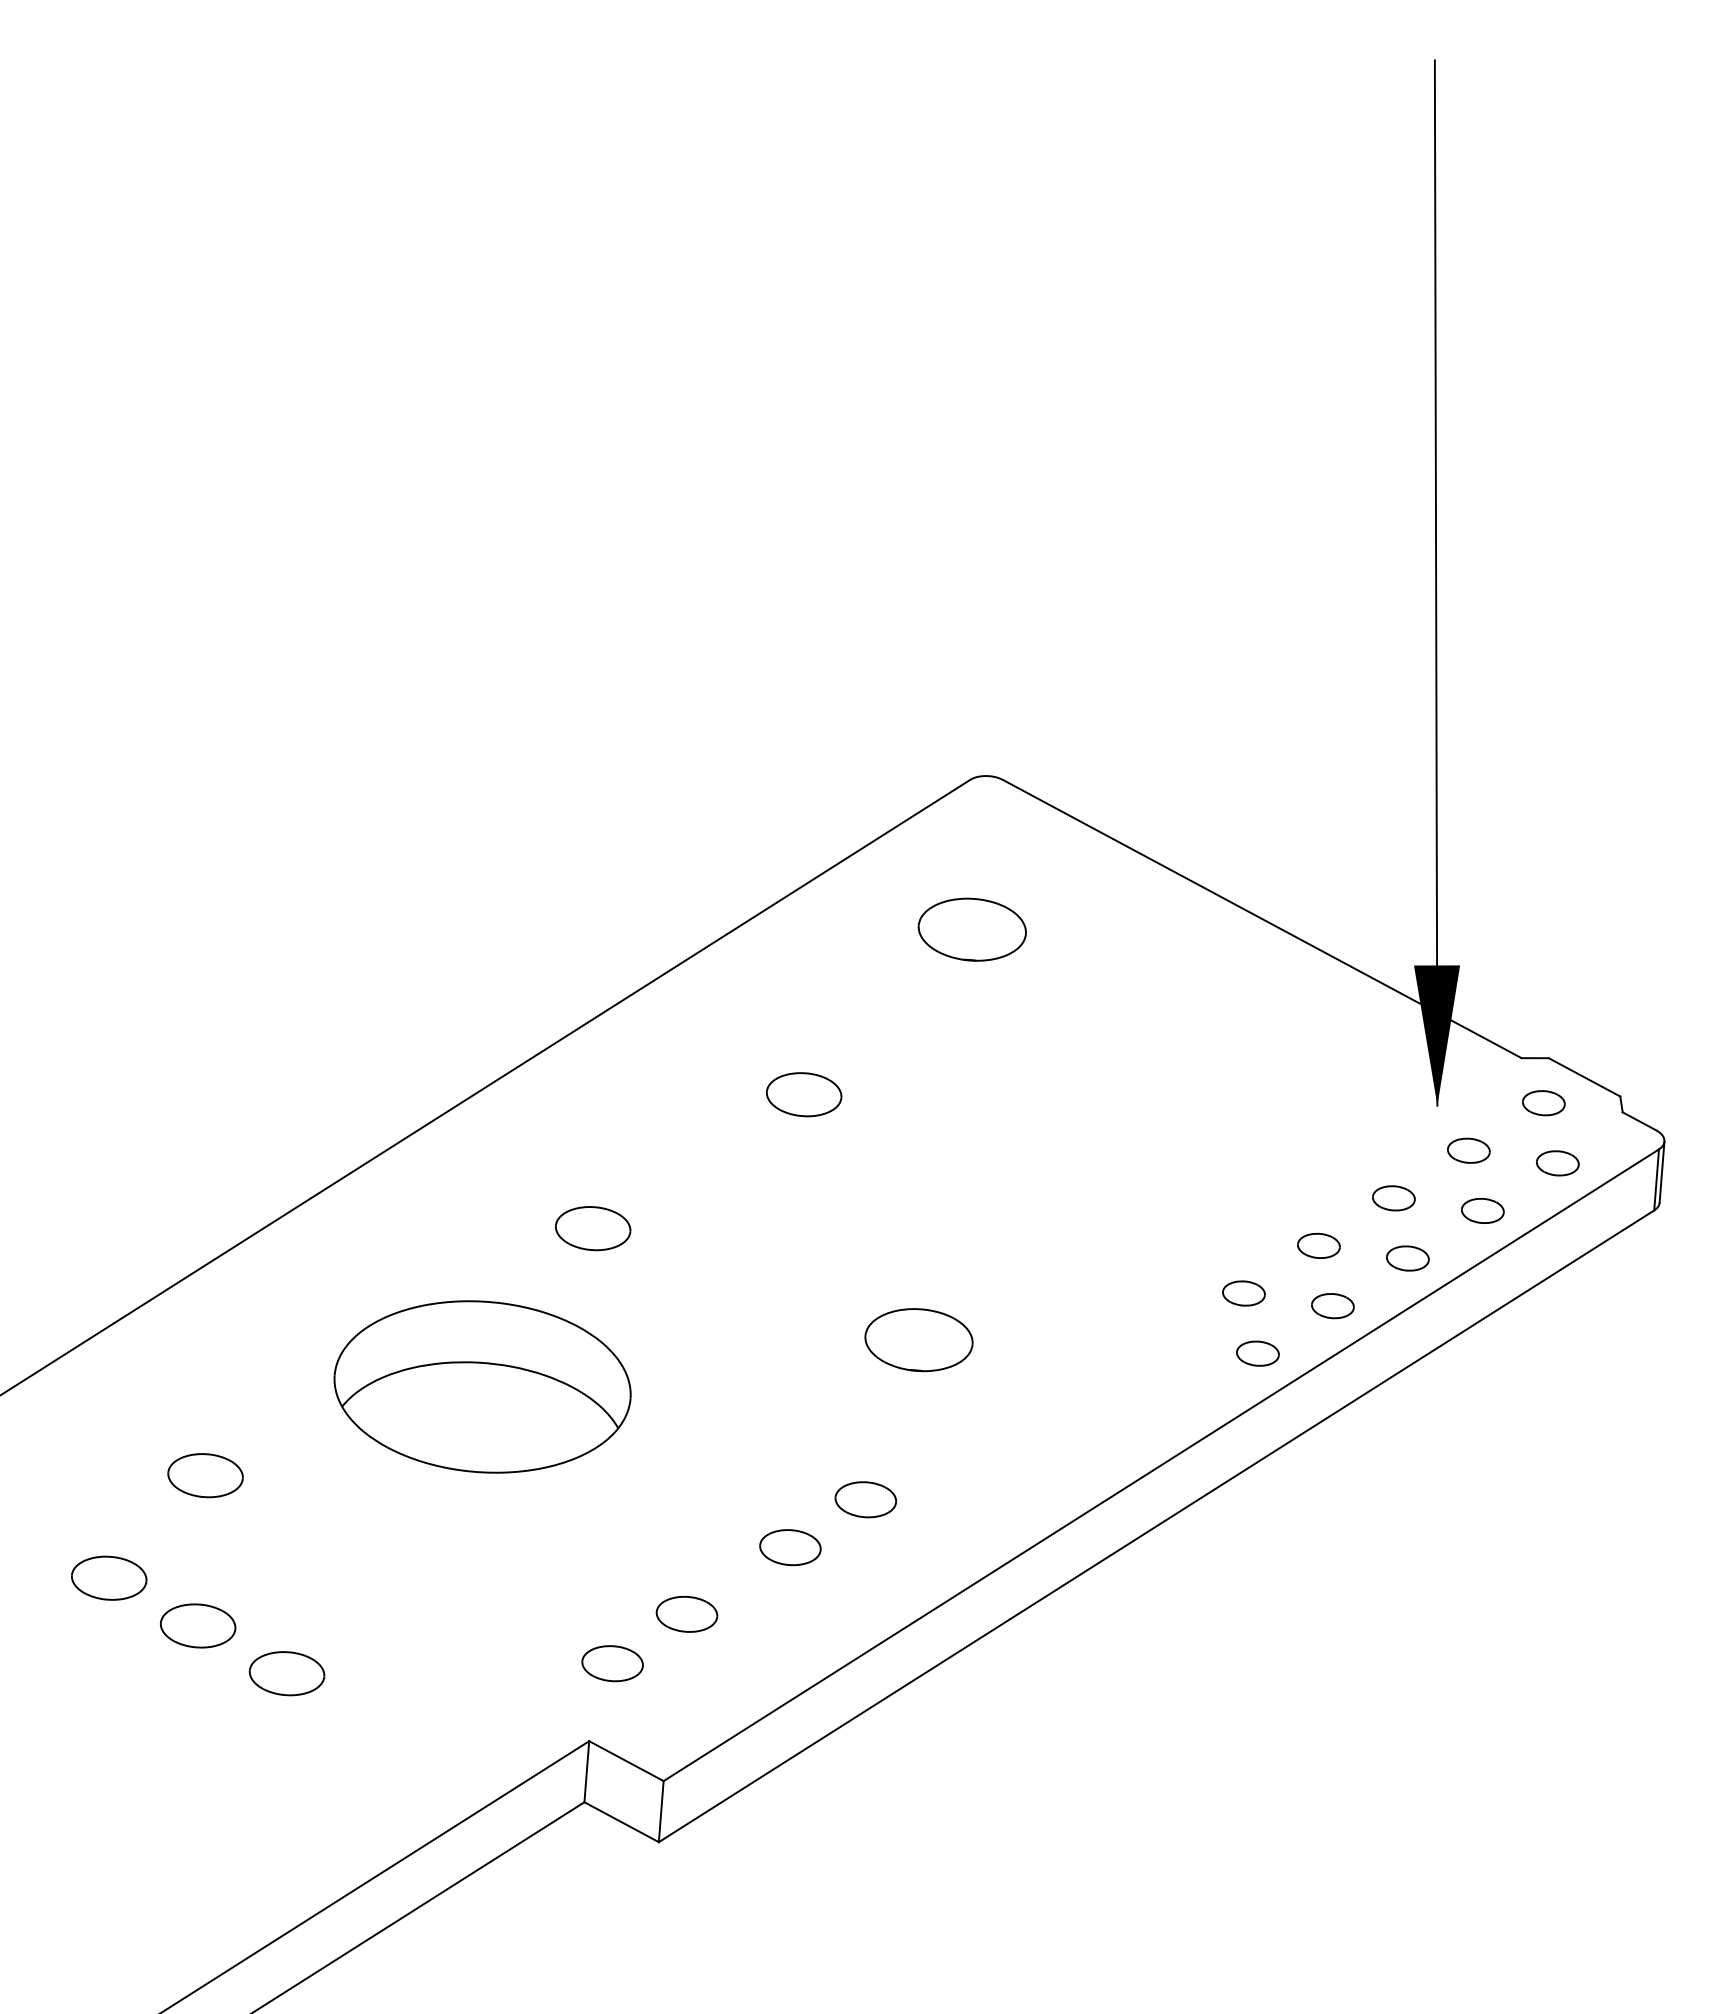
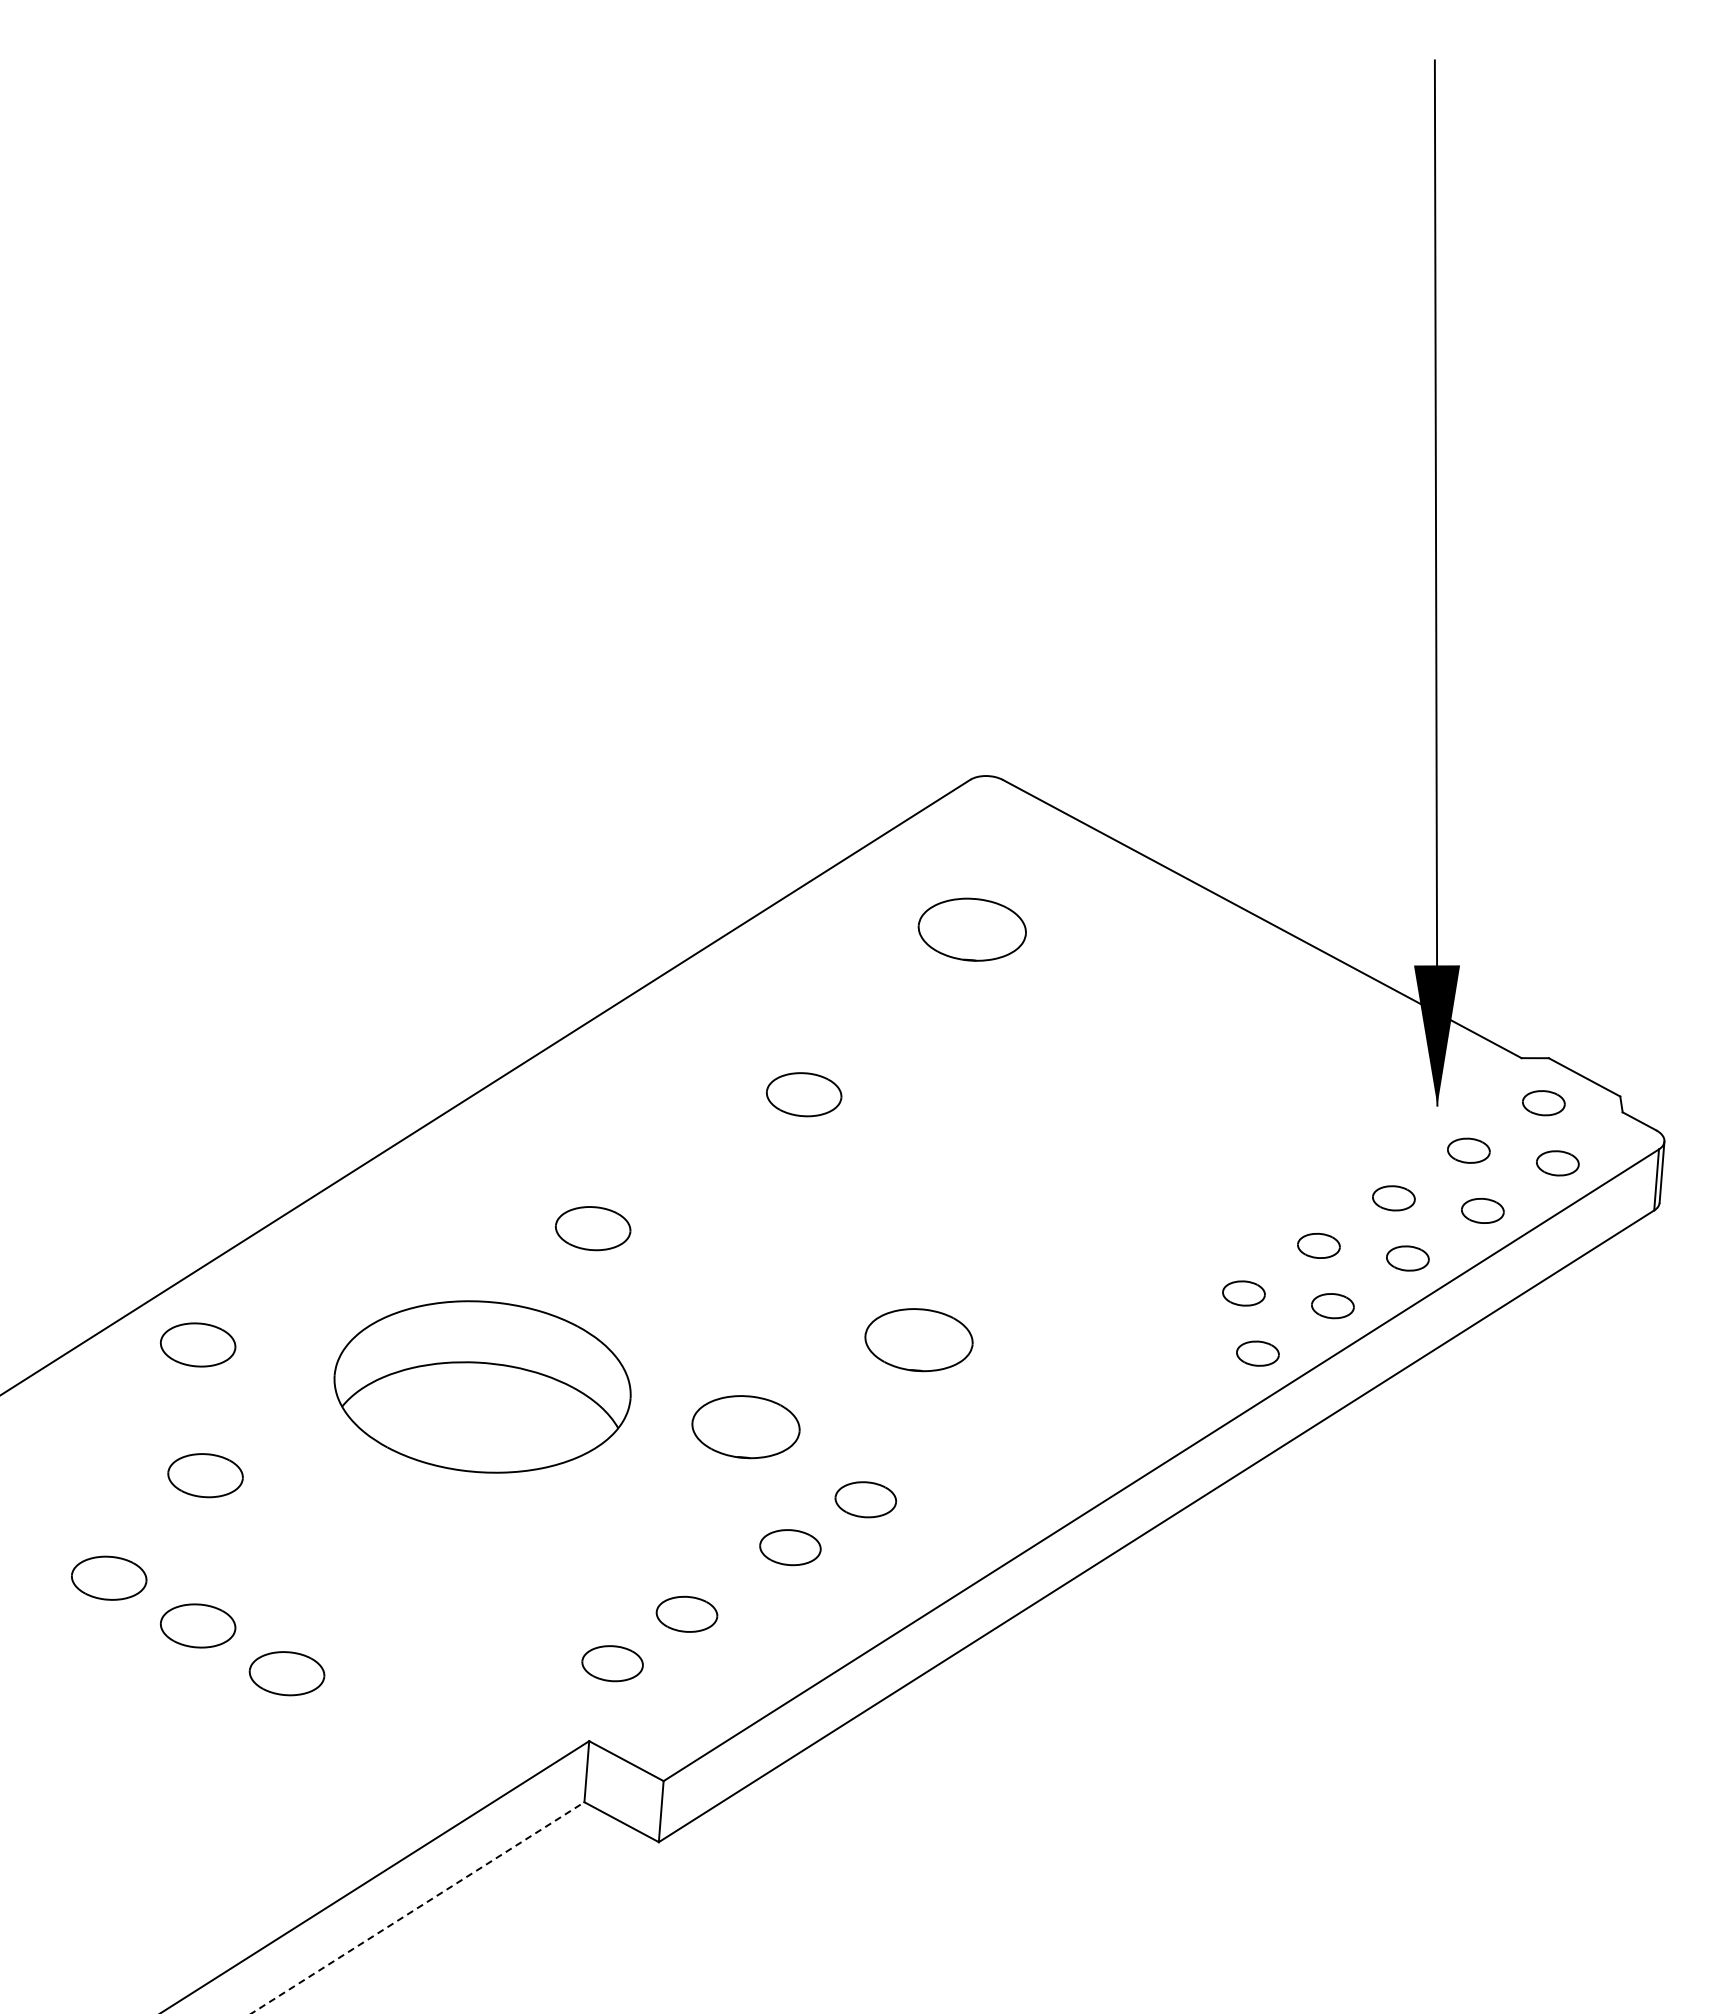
part at (198, 1344): none -> present
part at (745, 1427): none -> present
line at (418, 1907): solid -> dashed
